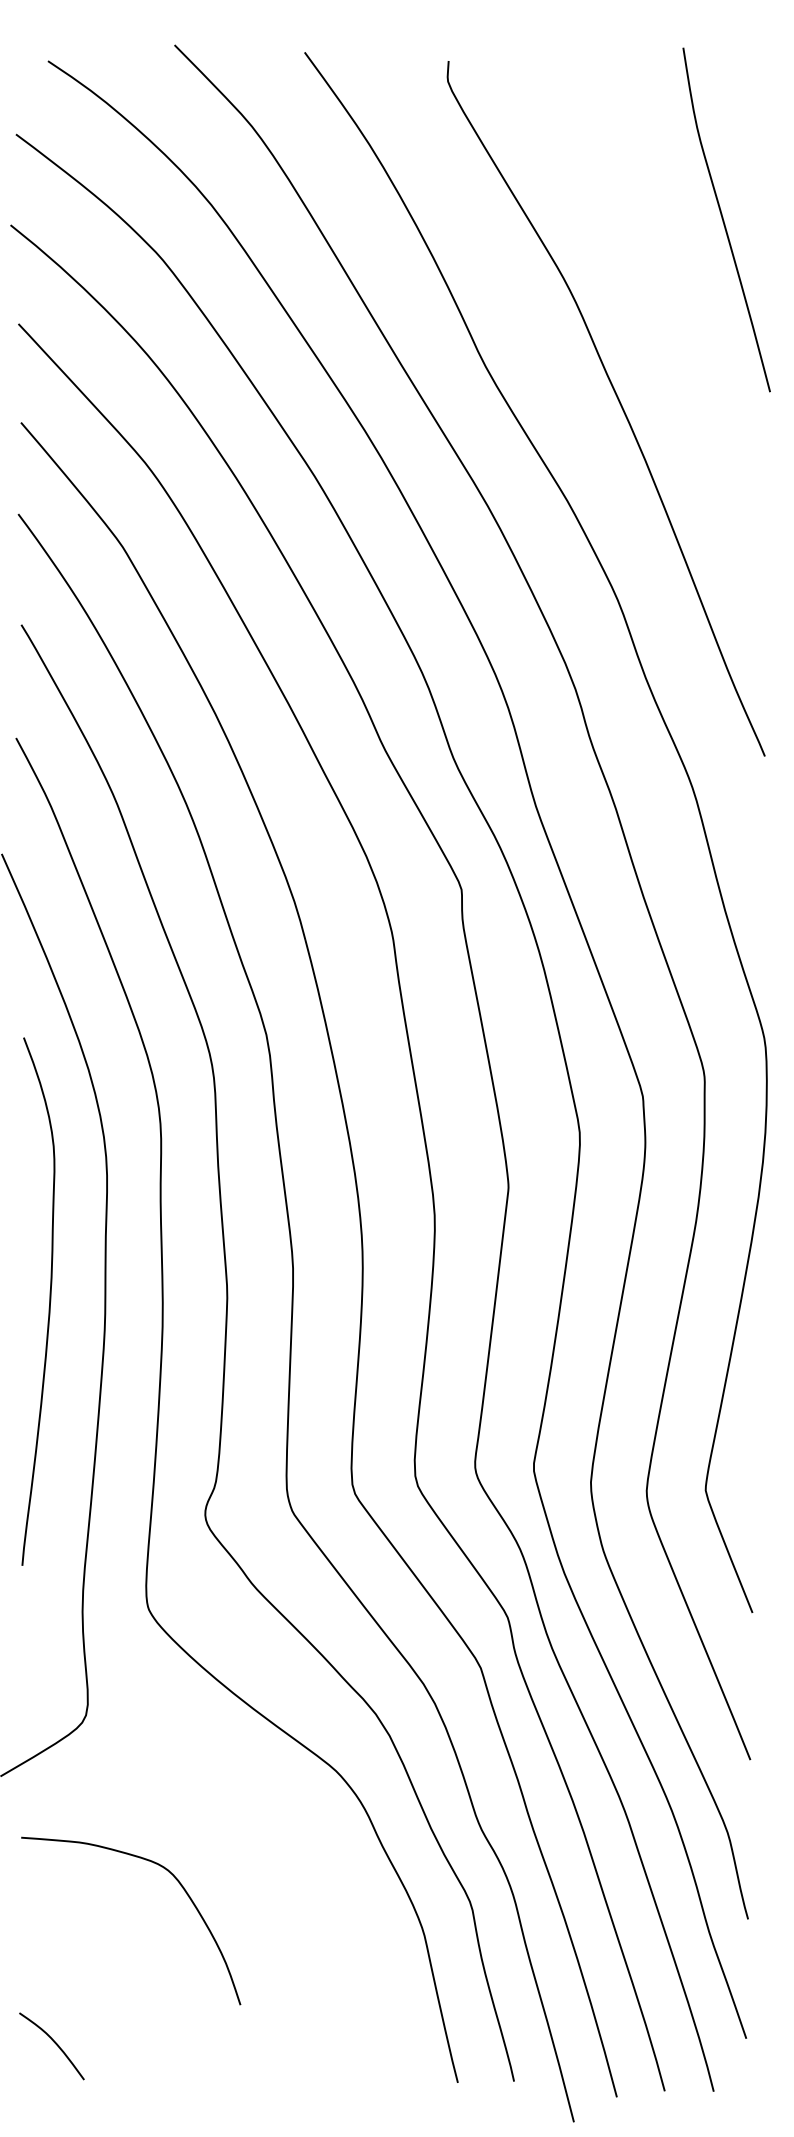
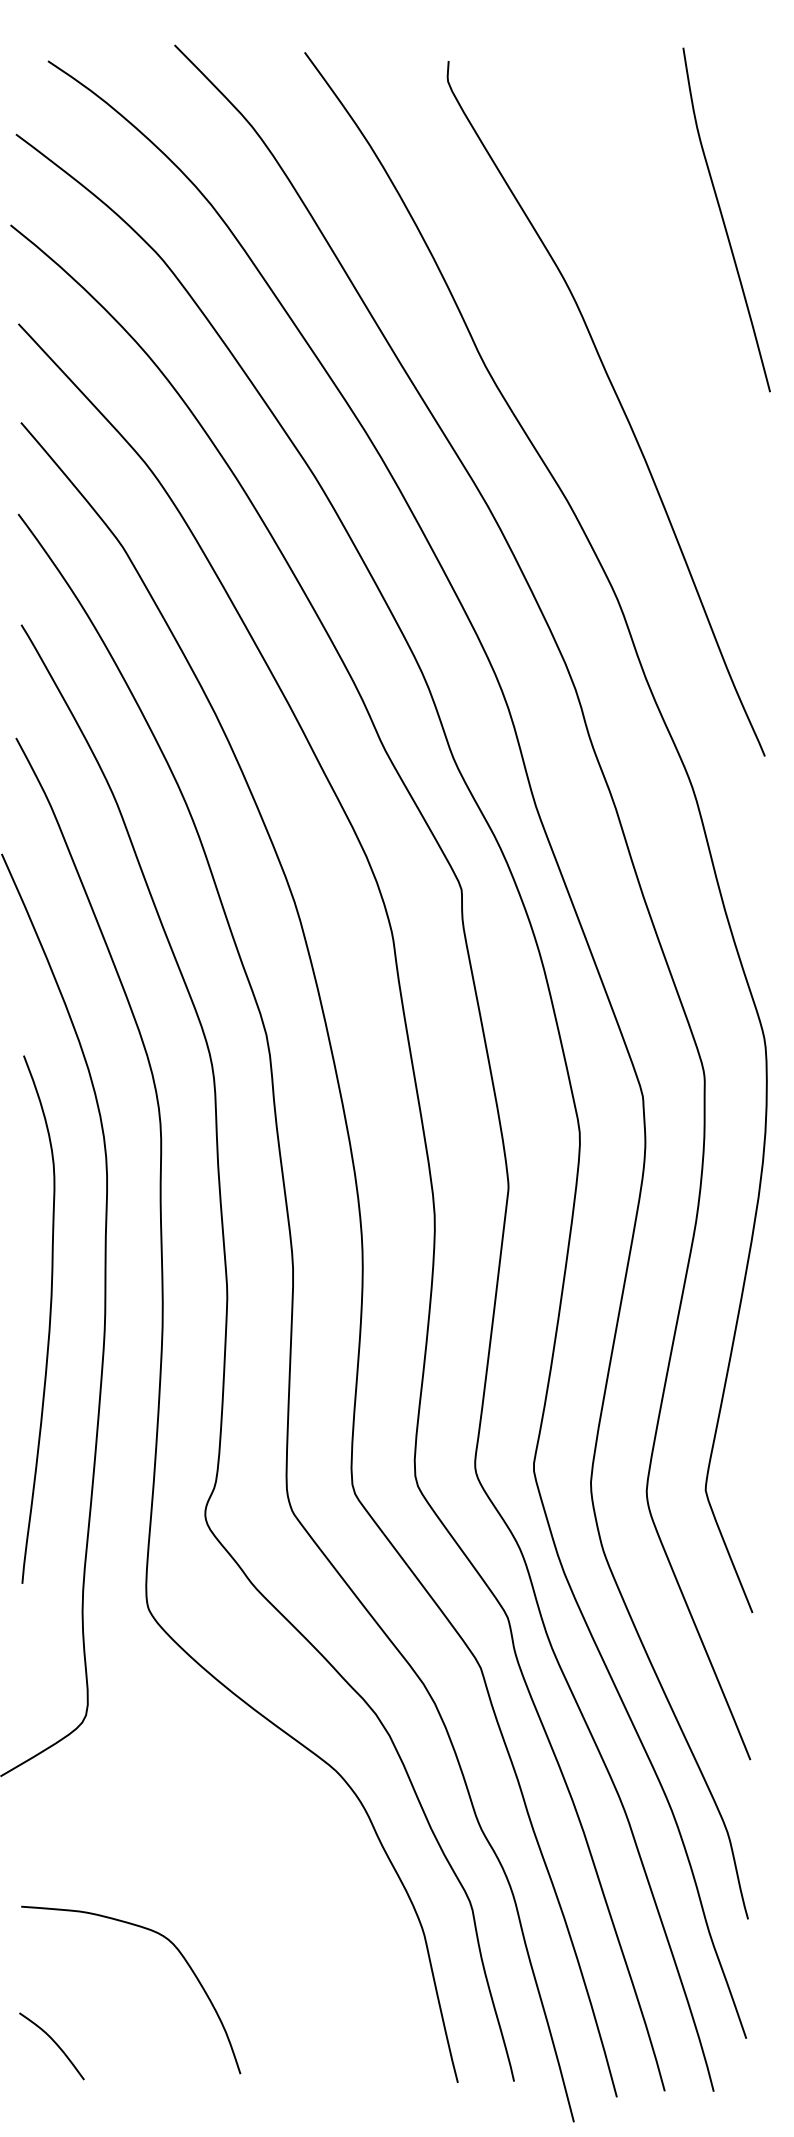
curve at (49, 1301) position: (49, 1301) -> (49, 1319)
curve at (181, 1887) position: (181, 1887) -> (181, 1956)
